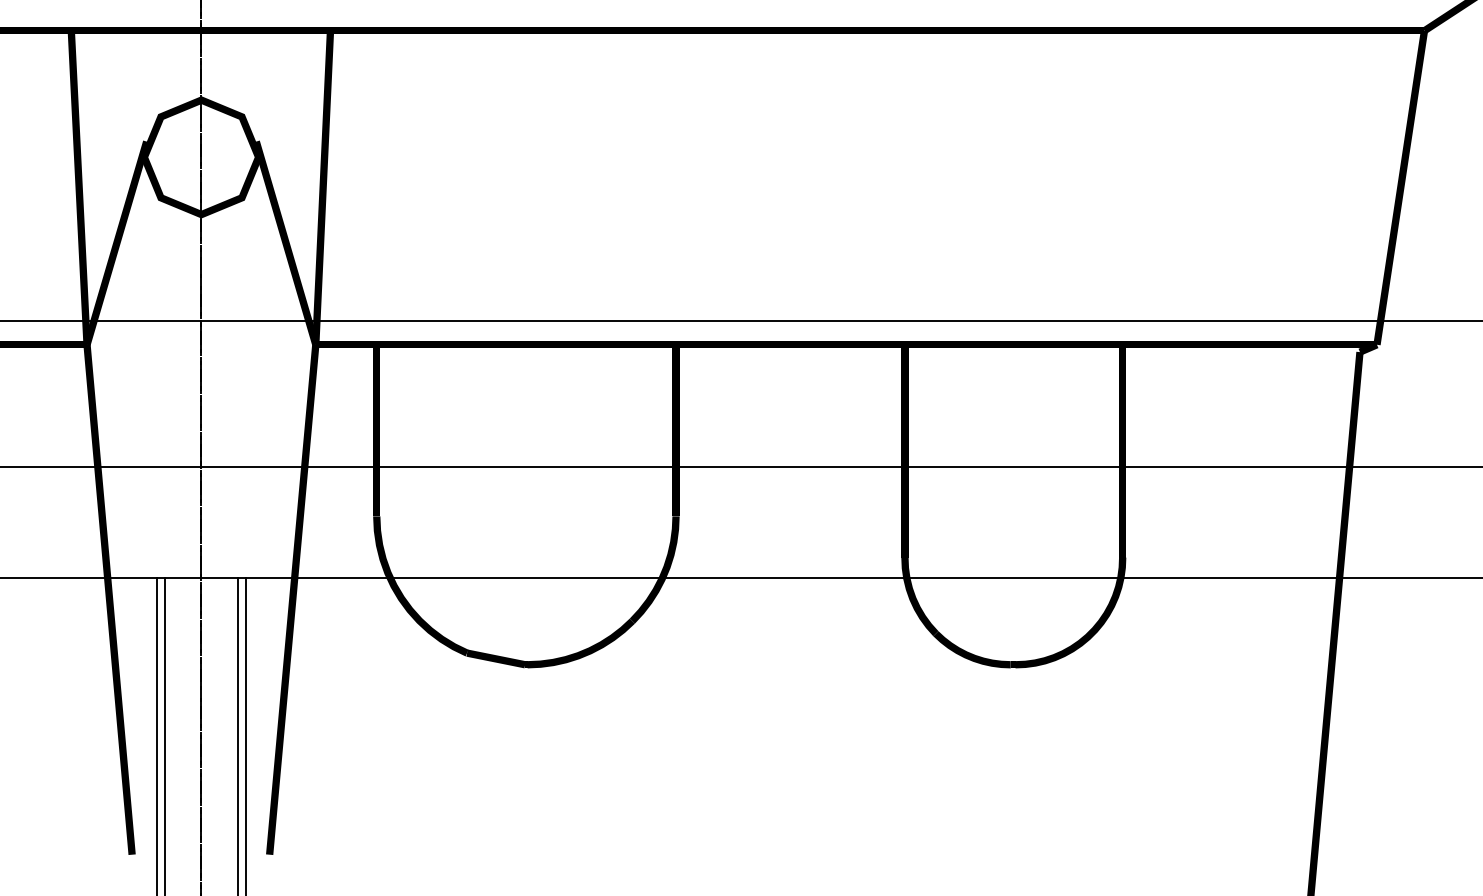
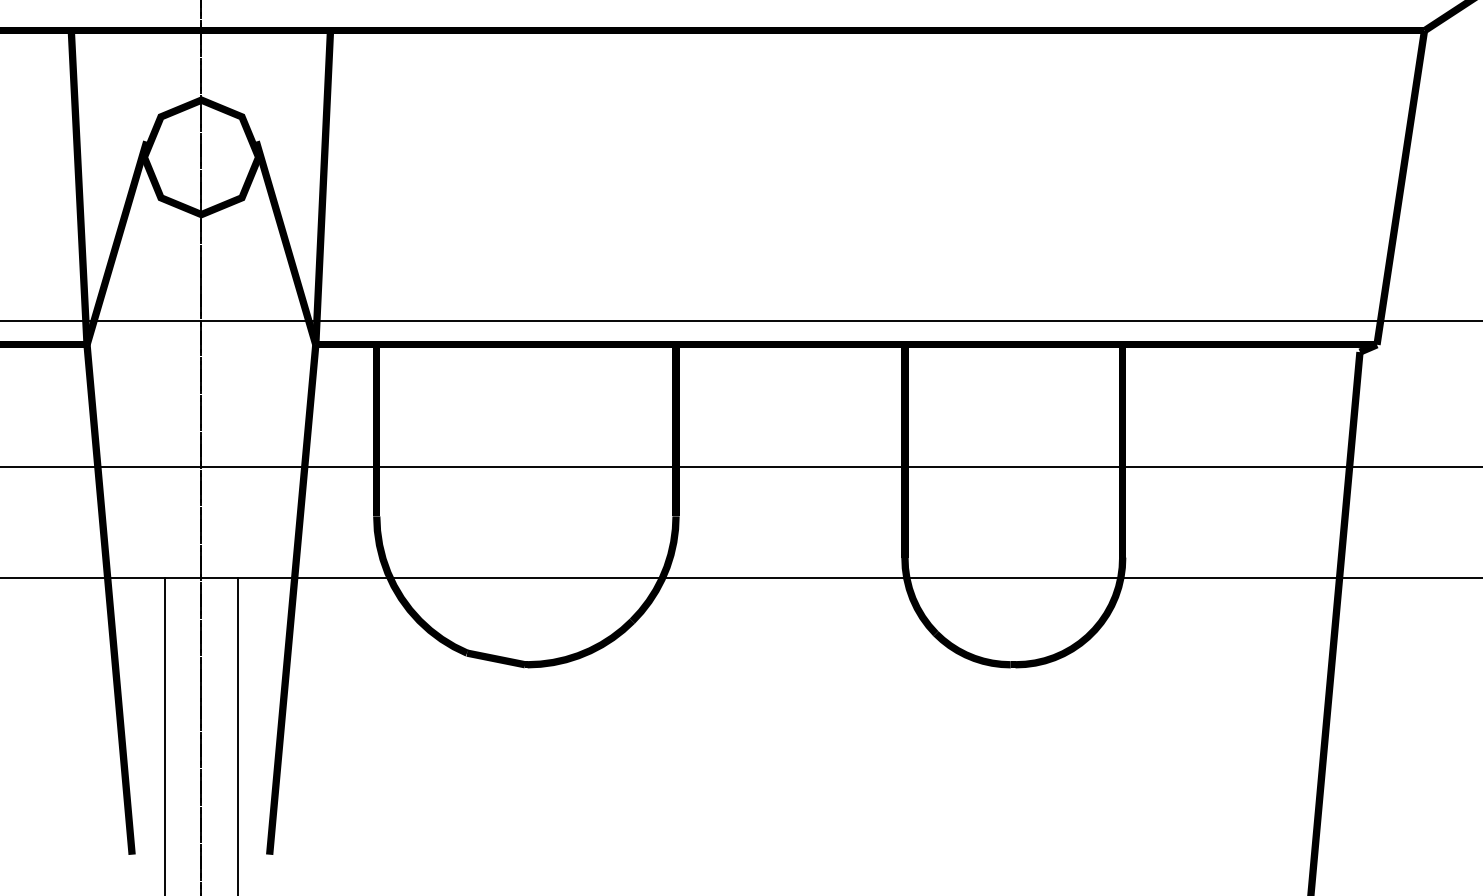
line at (157, 734): present -> none
line at (245, 734): present -> none
